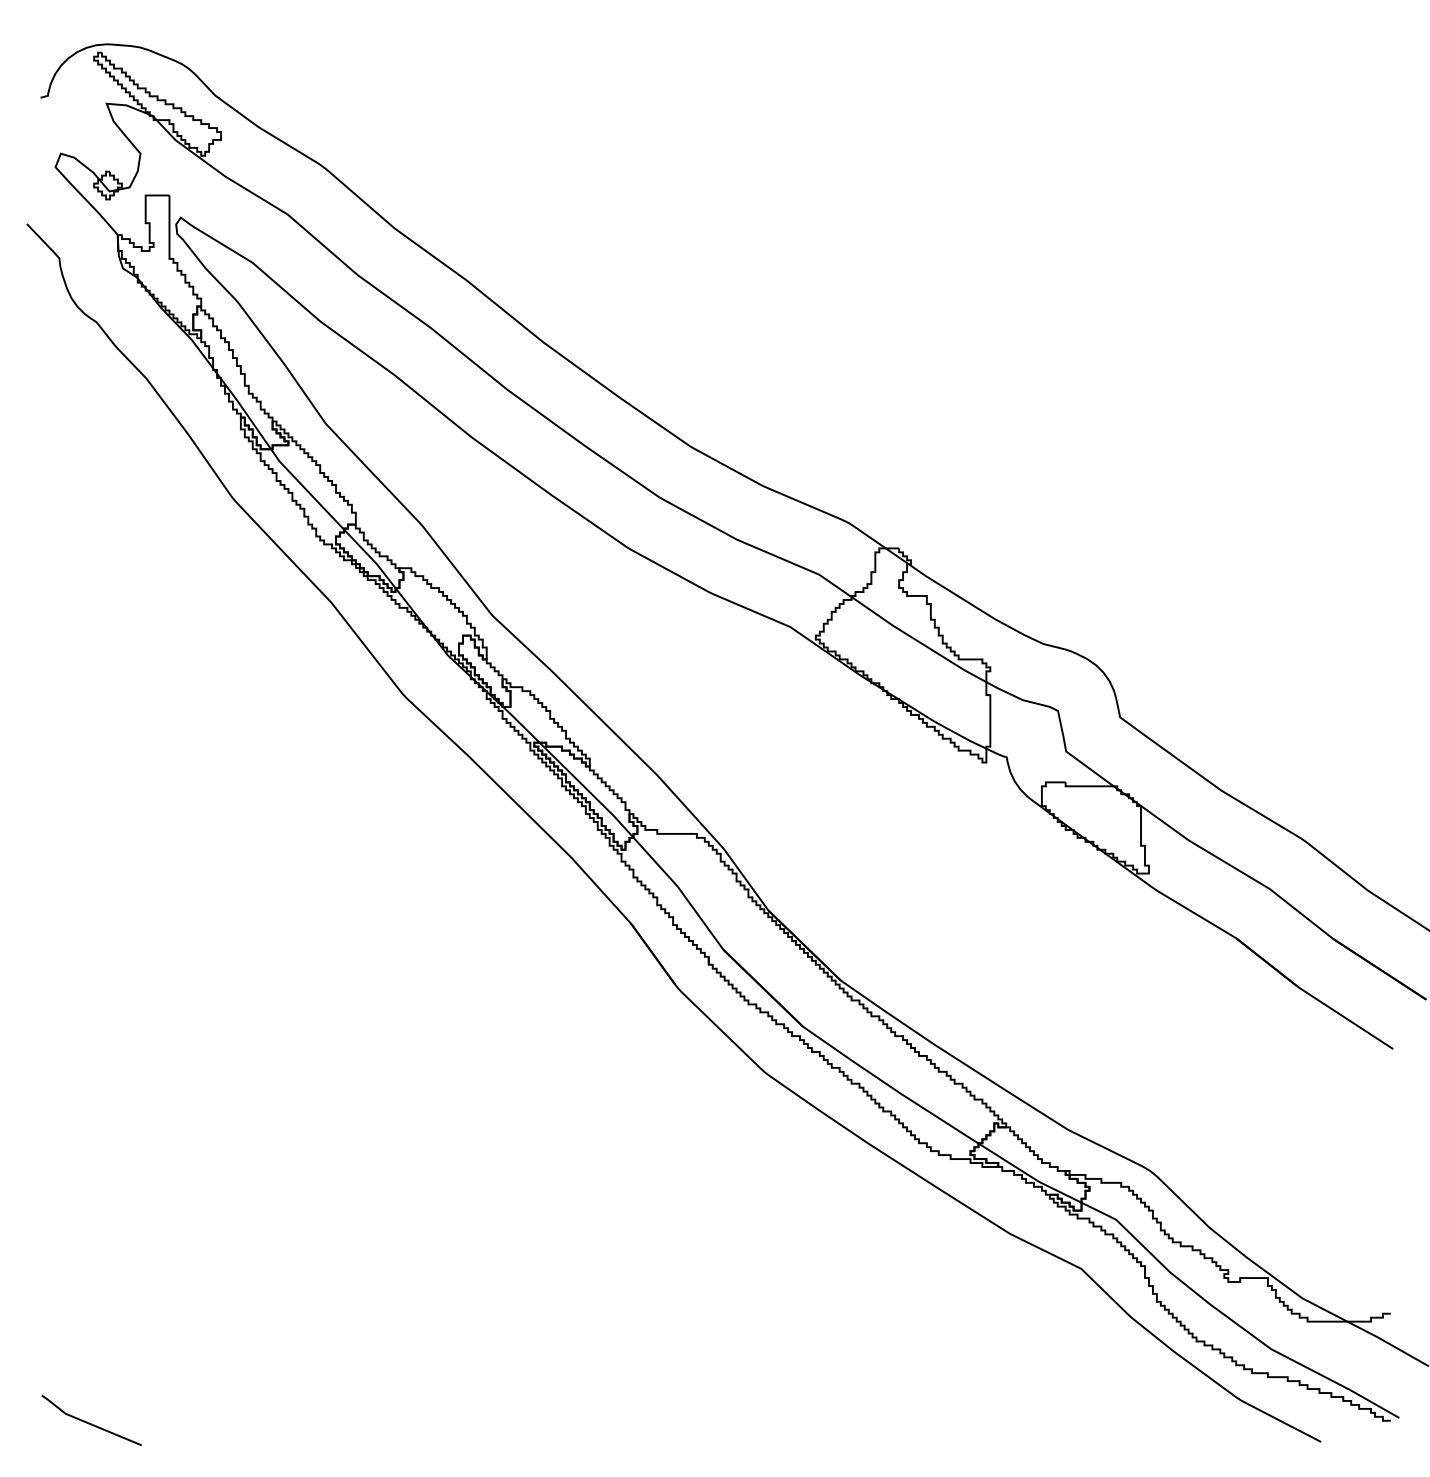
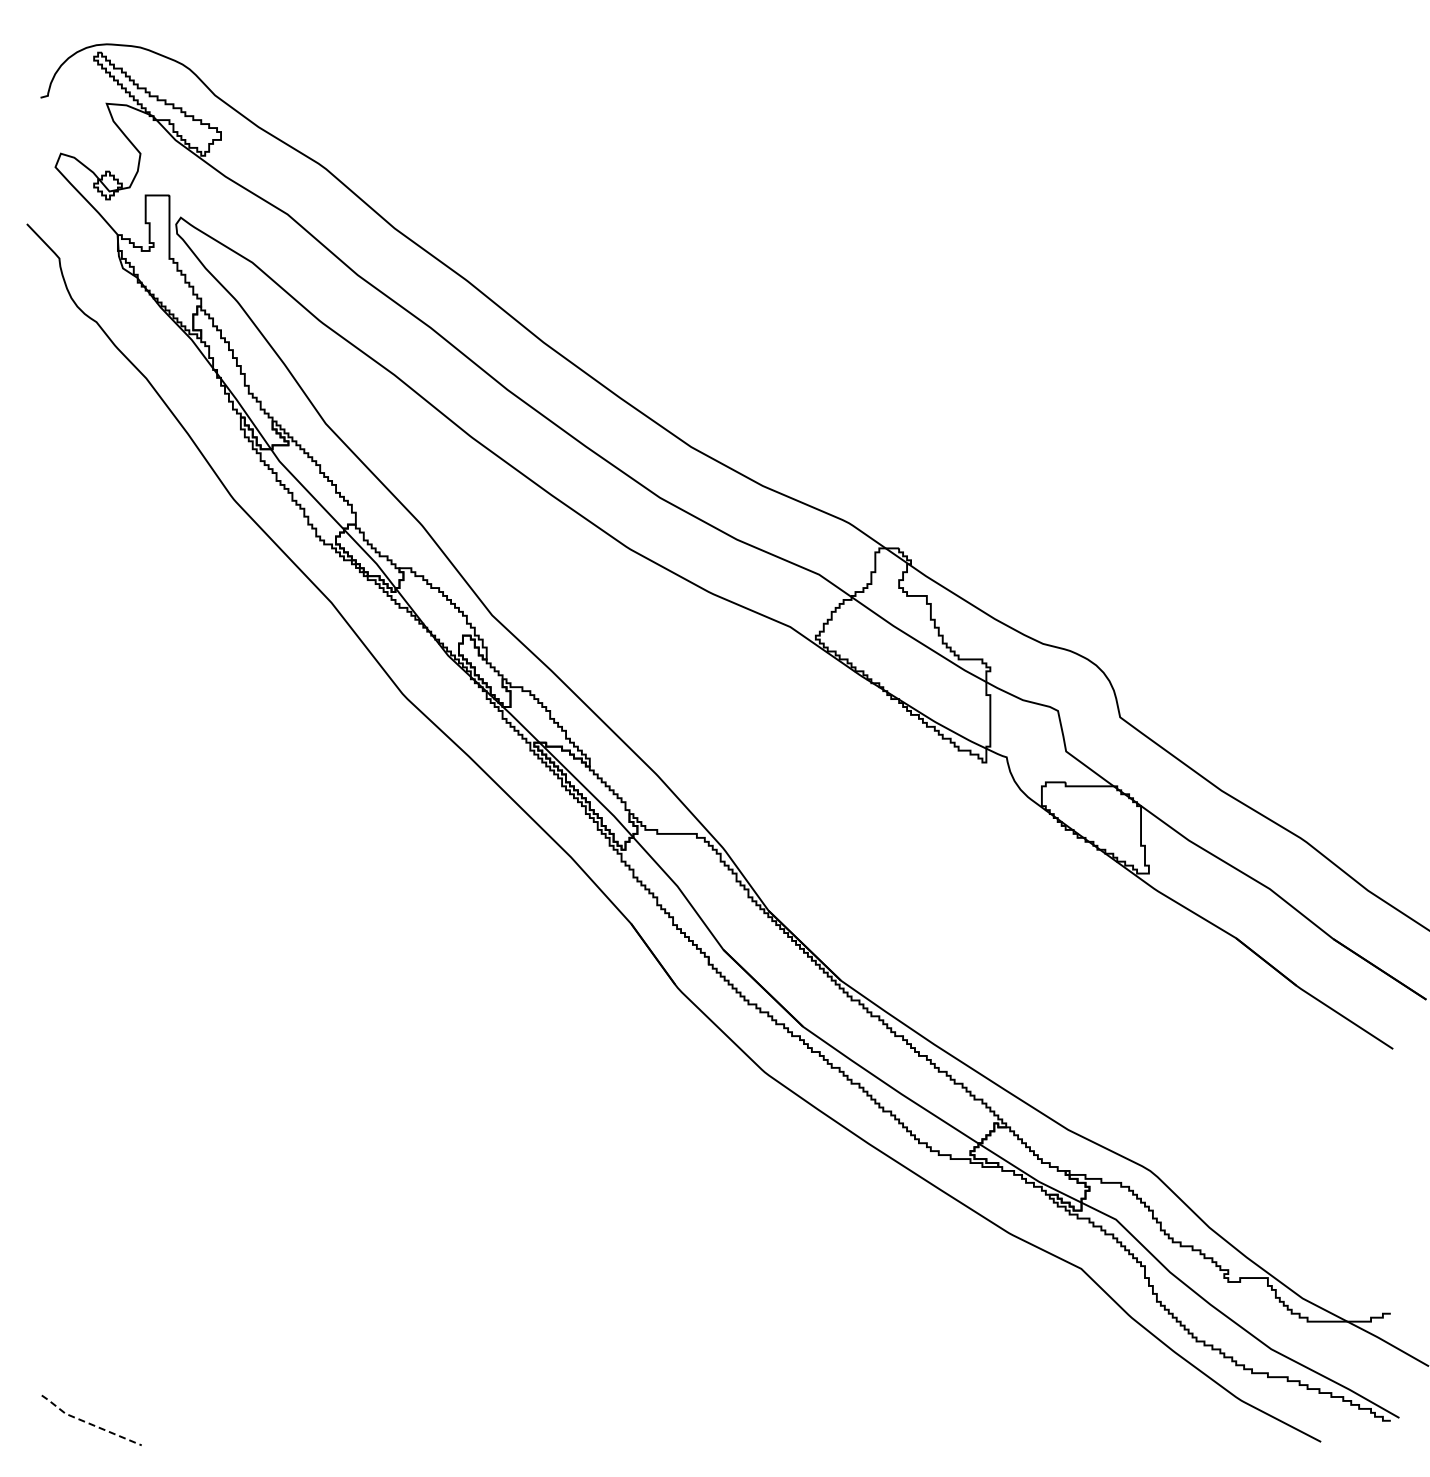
line at (88, 1423): solid -> dashed
